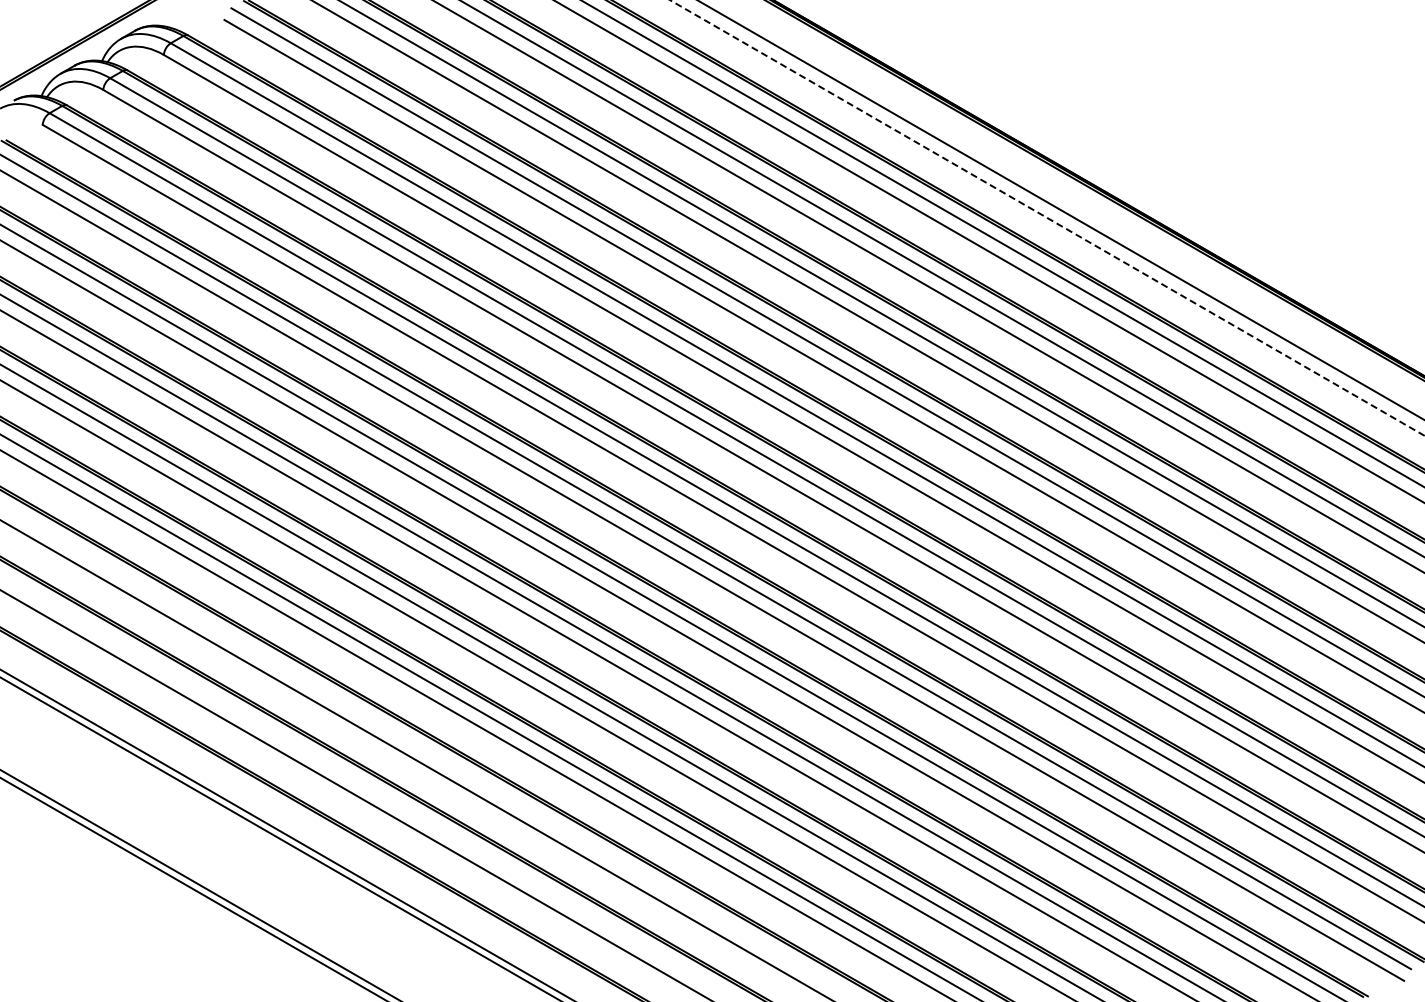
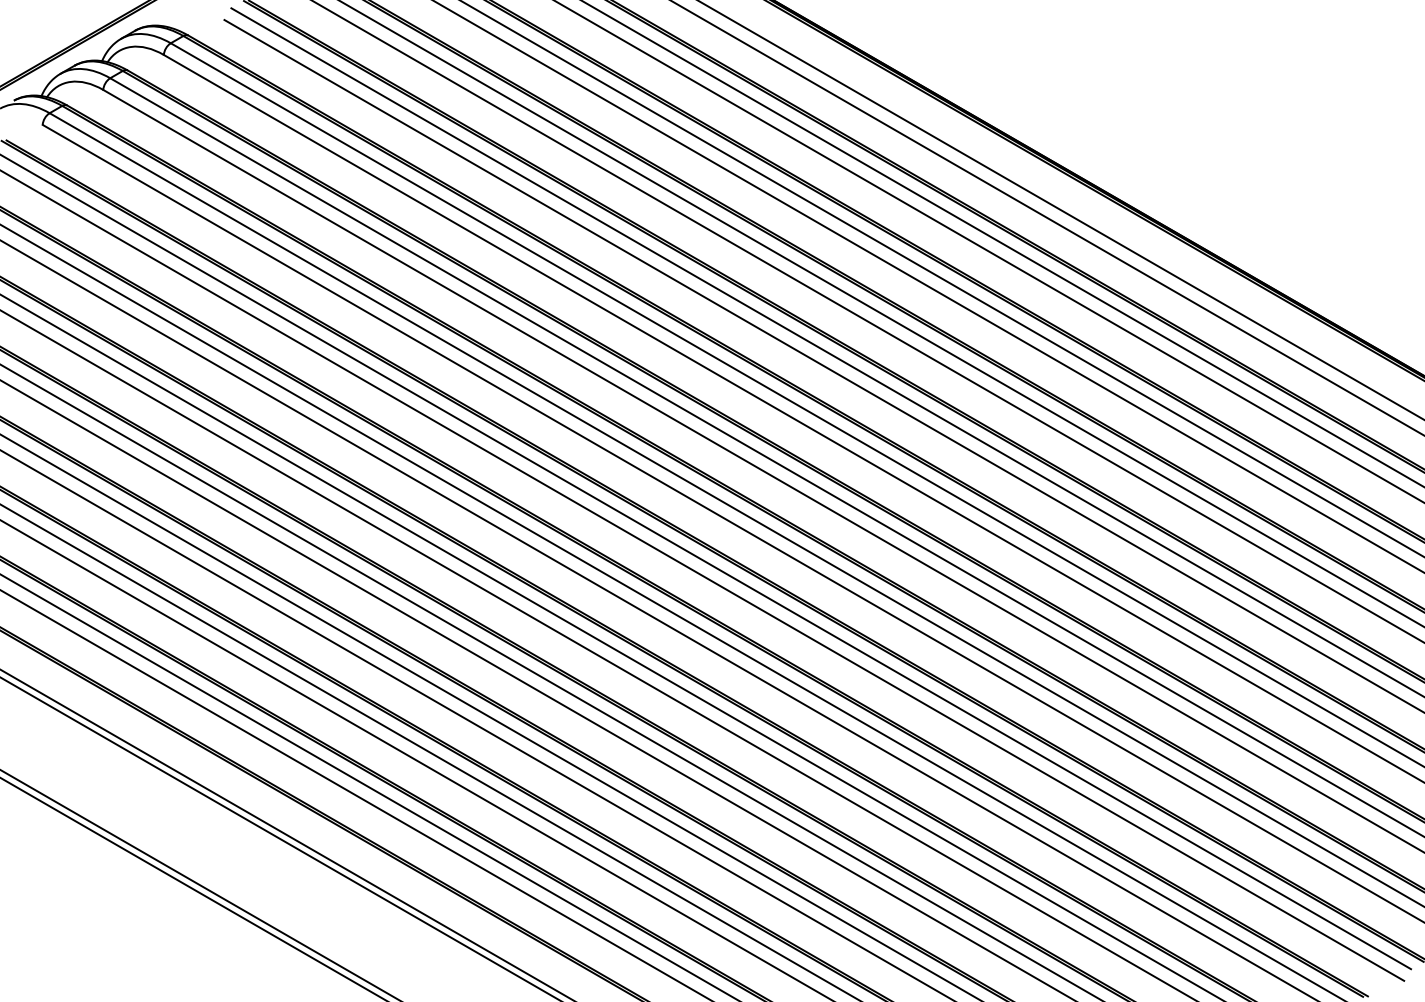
line at (1047, 218): dashed -> solid
line at (429, 751): none -> present
line at (368, 786): none -> present
